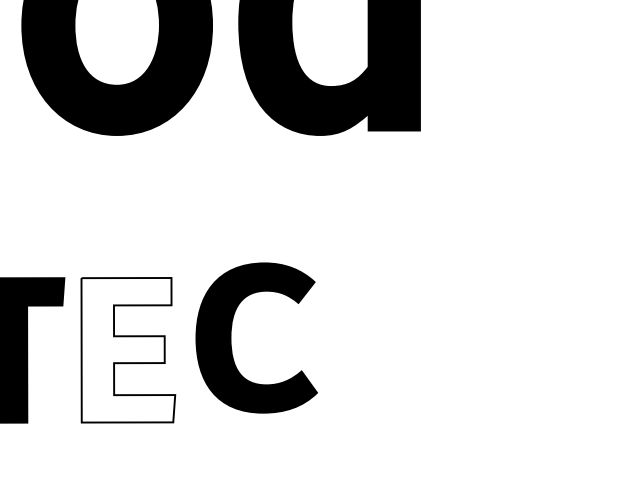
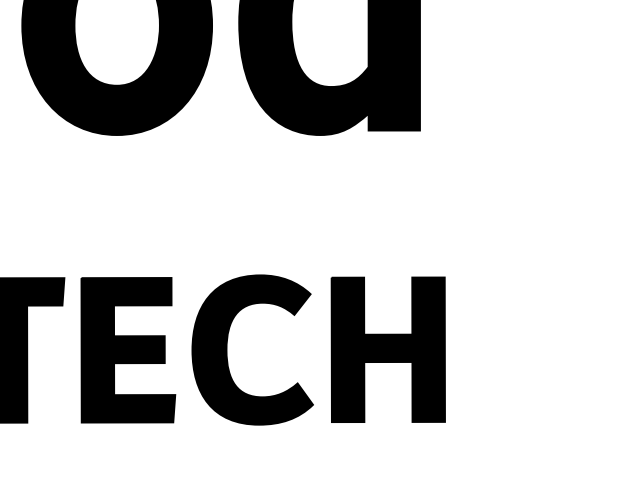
part at (231, 337) position: (231, 337) -> (227, 349)
part at (387, 349): none -> present
fill at (128, 350): none -> present
